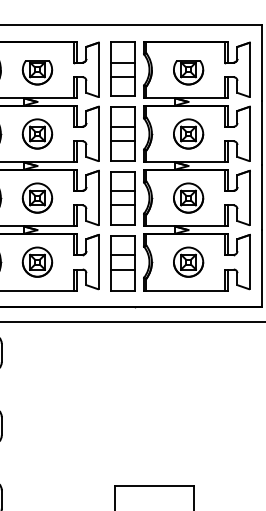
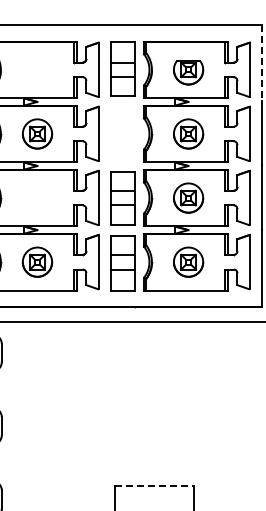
line at (261, 63): solid -> dashed
part at (37, 72): present -> none
part at (122, 133): present -> none
part at (37, 197): present -> none
line at (155, 485): solid -> dashed
